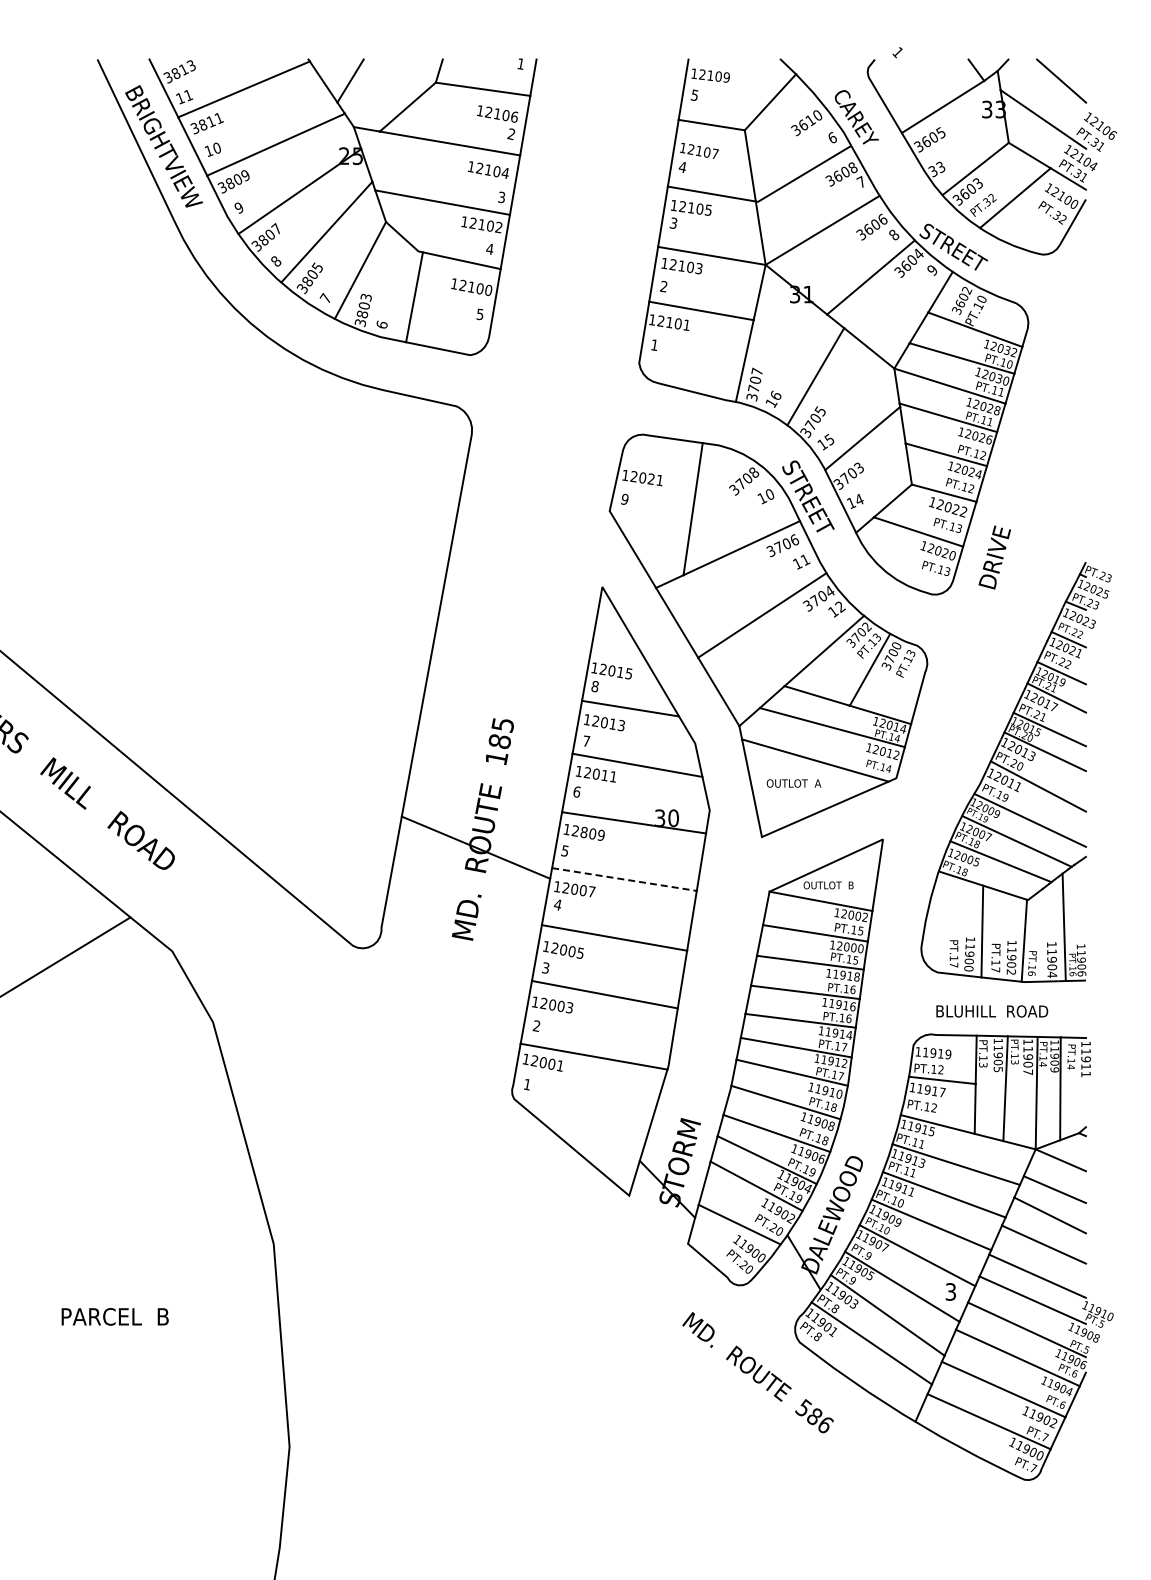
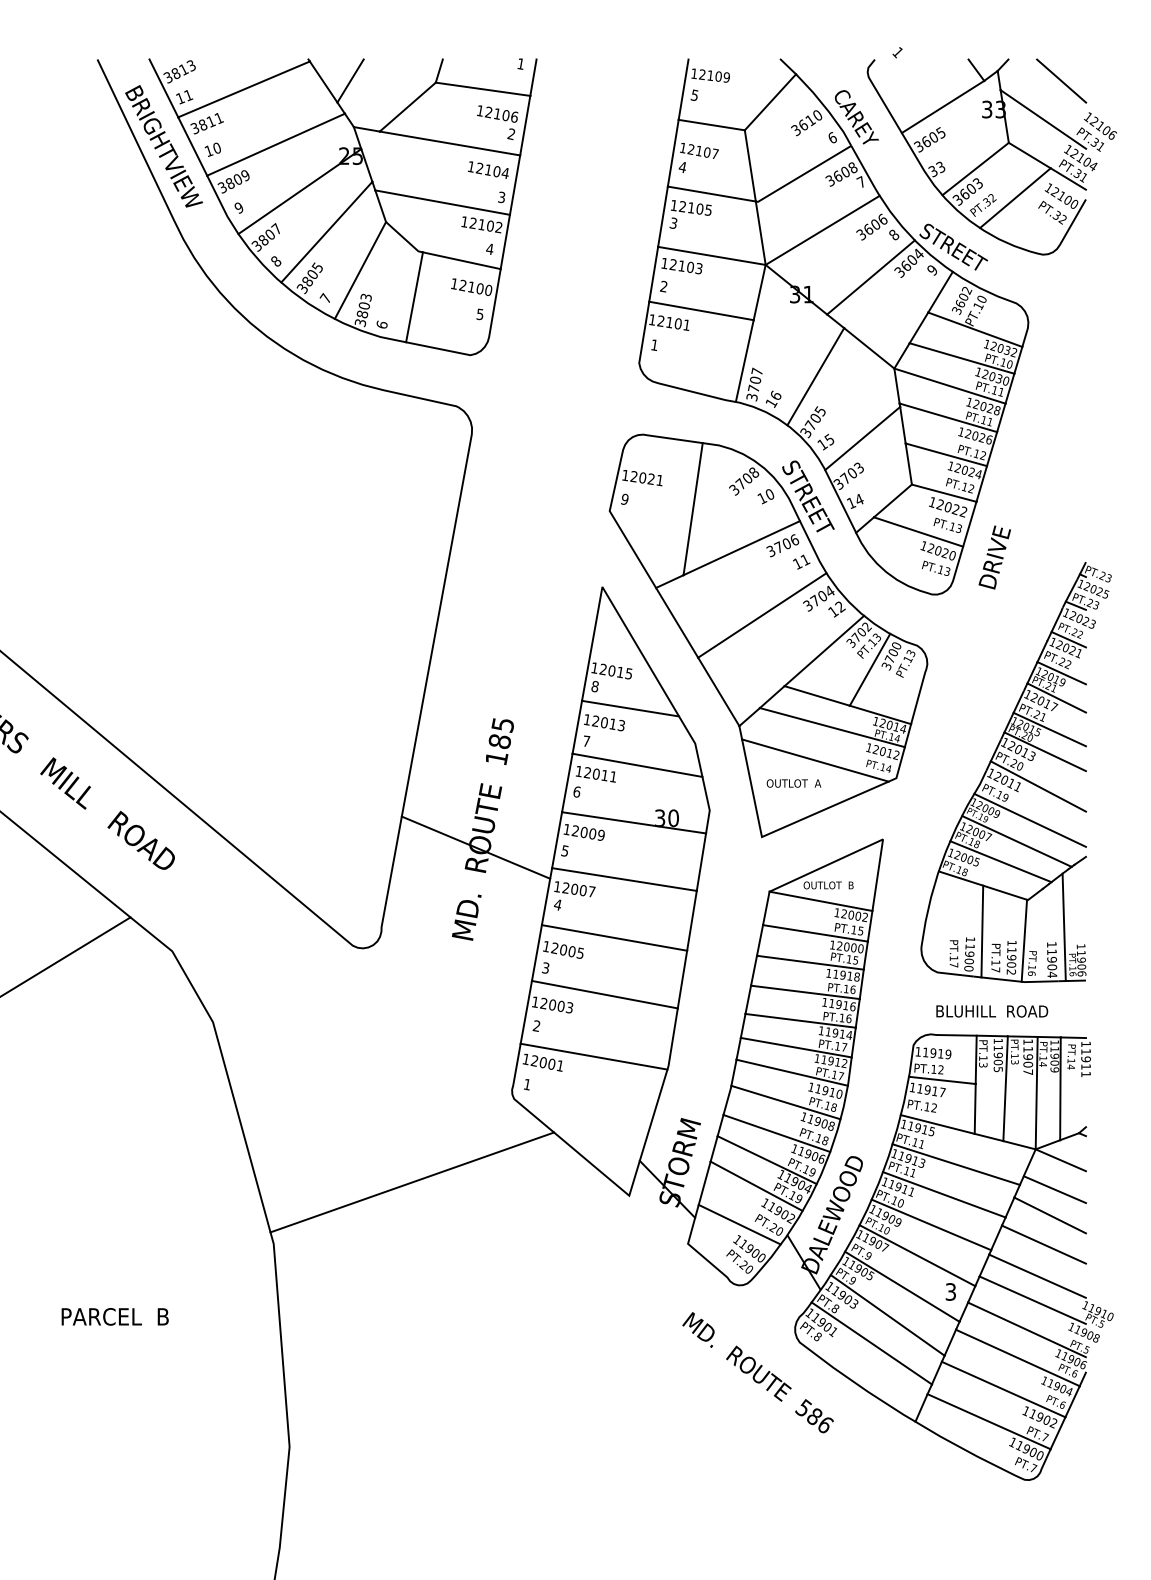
text at (583, 832): 12809 -> 12009
line at (624, 879): dashed -> solid
line at (412, 1182): none -> present
